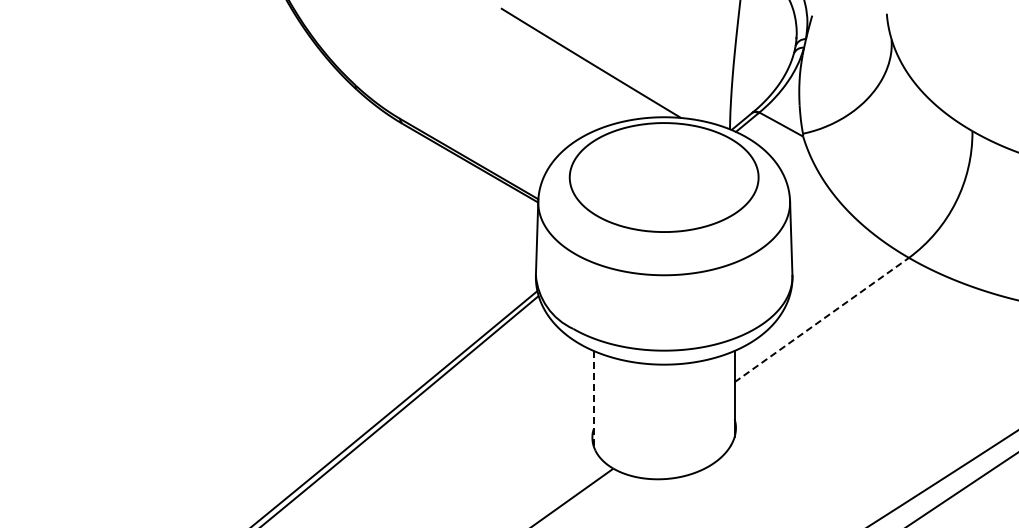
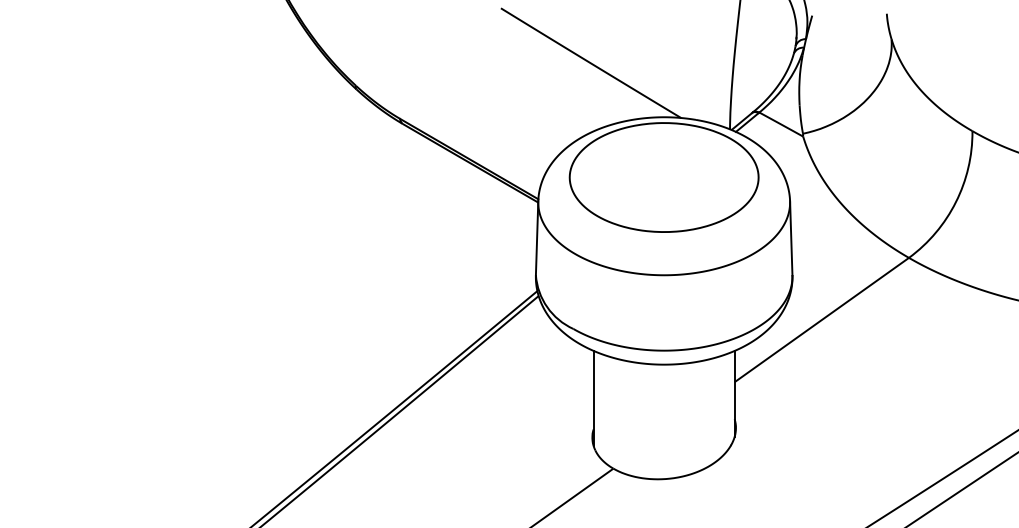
line at (821, 319): dashed -> solid
line at (593, 398): dashed -> solid
